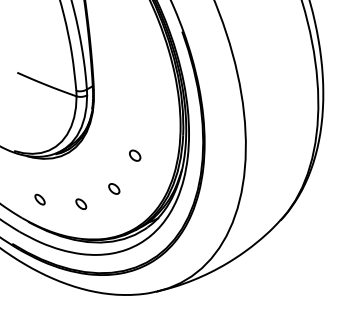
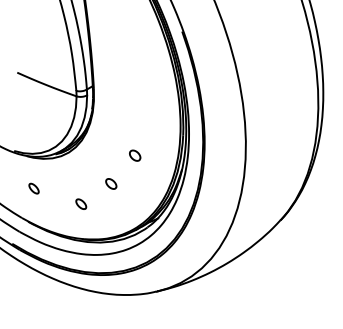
part at (114, 188) position: (114, 188) -> (111, 183)
part at (39, 199) position: (39, 199) -> (33, 188)
